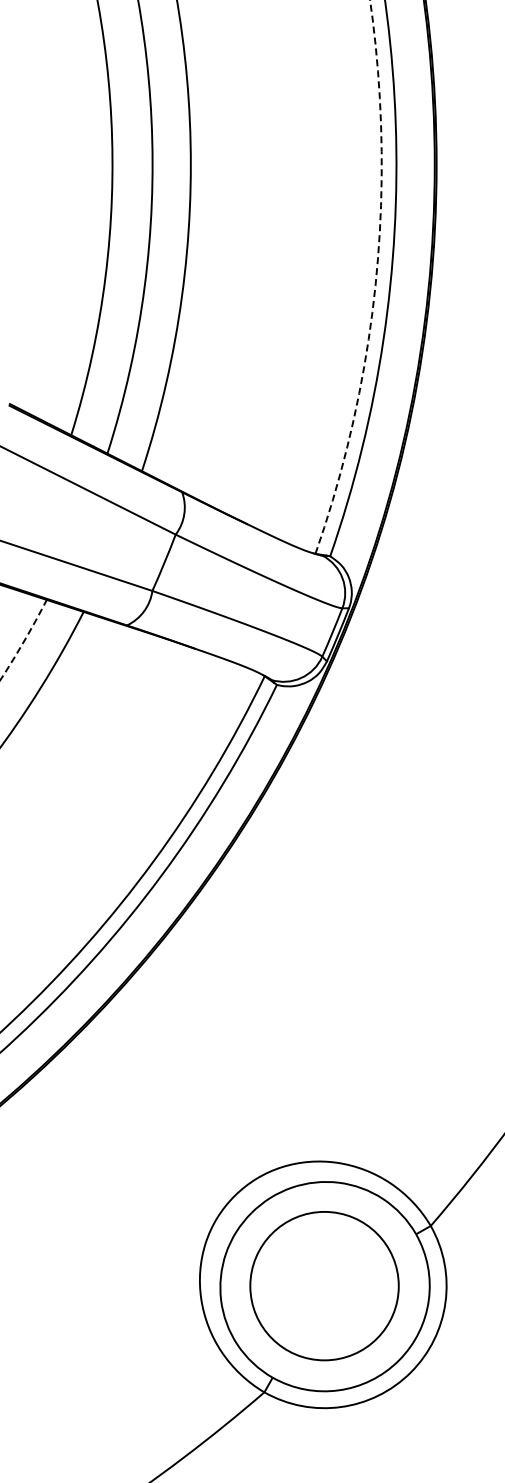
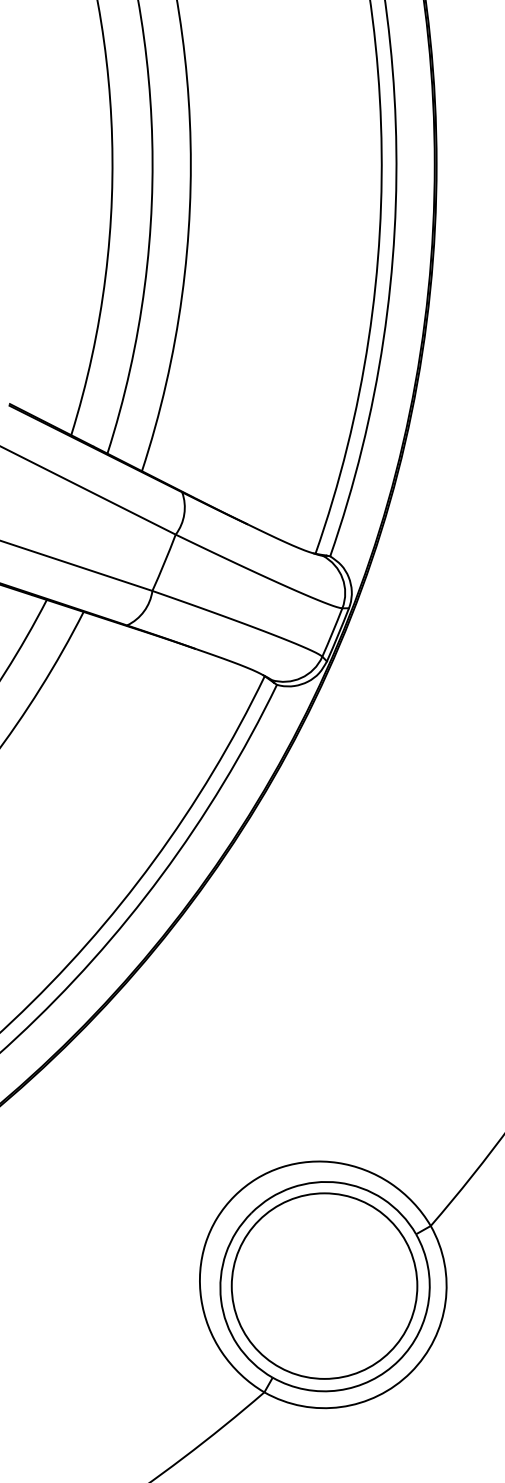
arc at (375, 281): dashed -> solid
arc at (24, 640): dashed -> solid
circle at (324, 1285) diameter: 148 px -> 186 px
